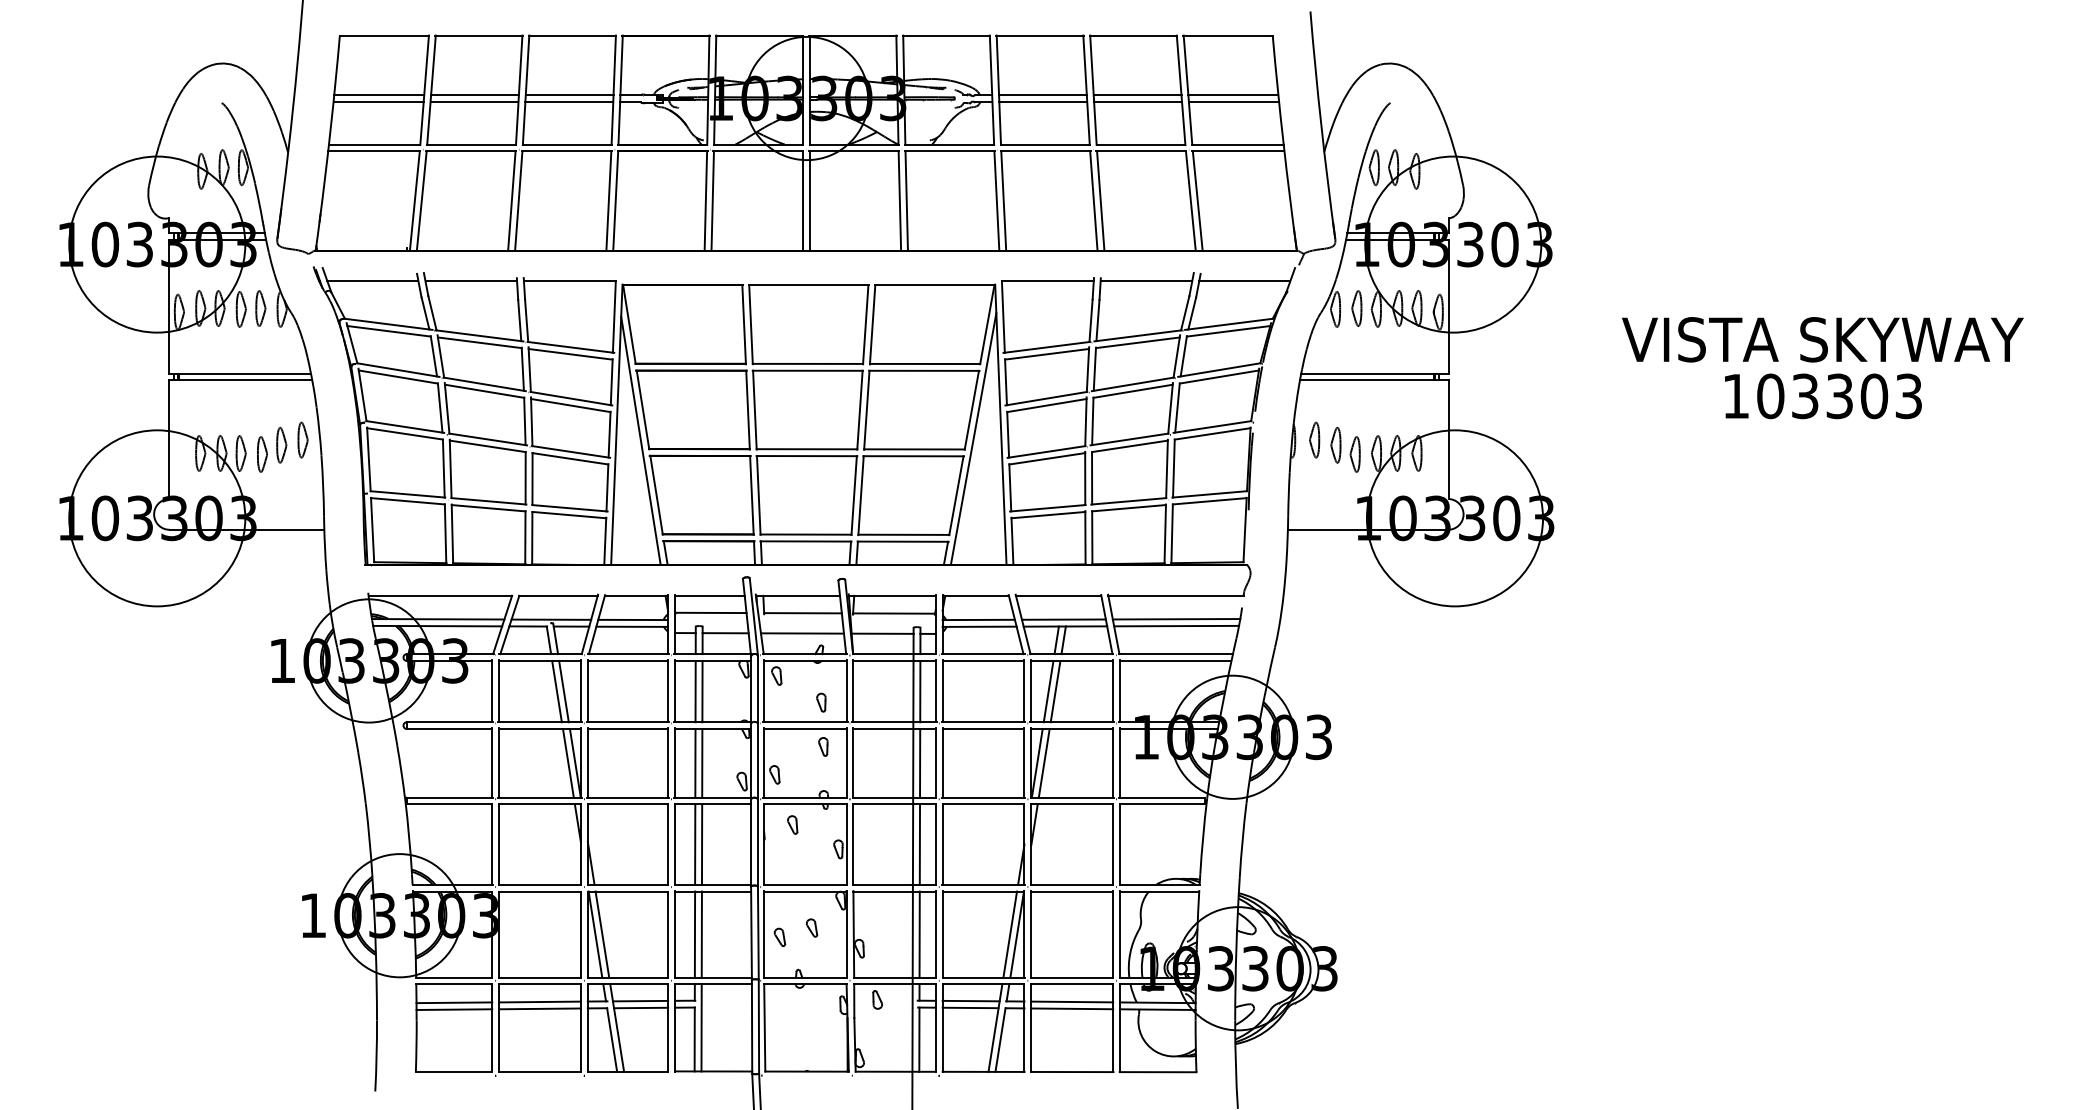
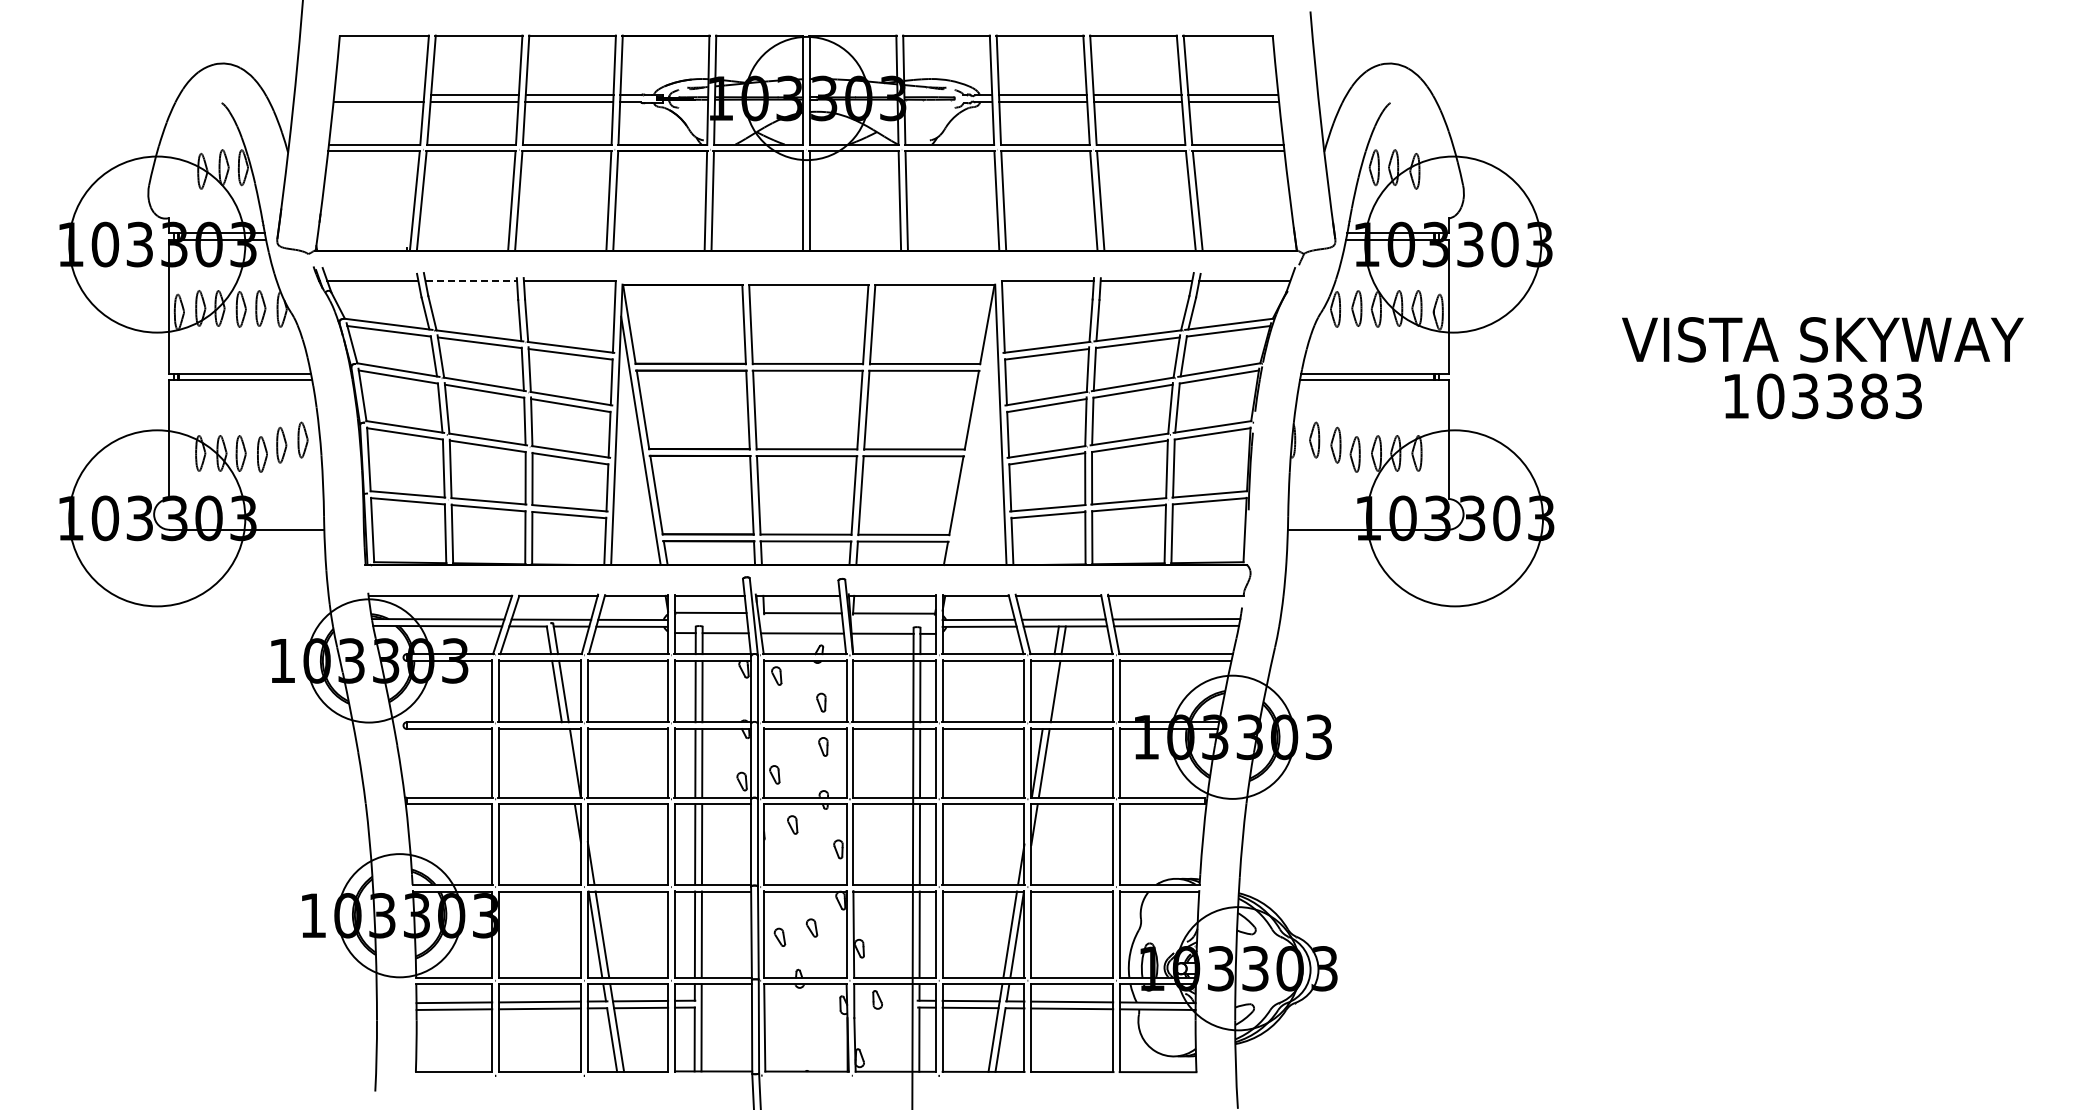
line at (379, 95): present -> none
line at (471, 281): solid -> dashed
text at (1874, 395): 103303 -> 103383
line at (973, 439): present -> none
line at (1048, 691): present -> none
line at (568, 763): present -> none
